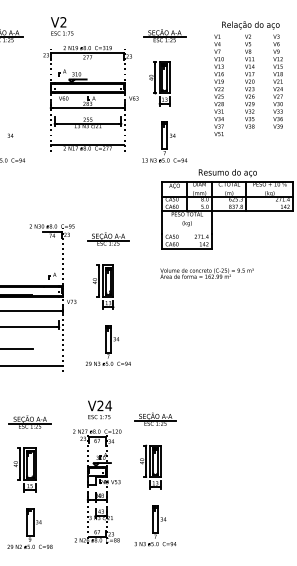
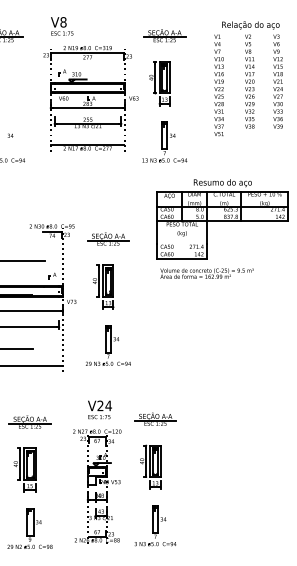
text at (63, 22): V2 -> V8
part at (227, 209) position: (227, 209) -> (222, 219)
line at (23, 260): none -> present
